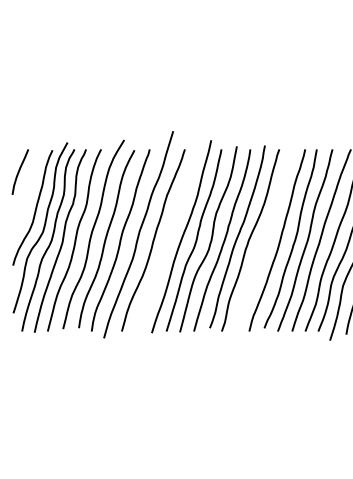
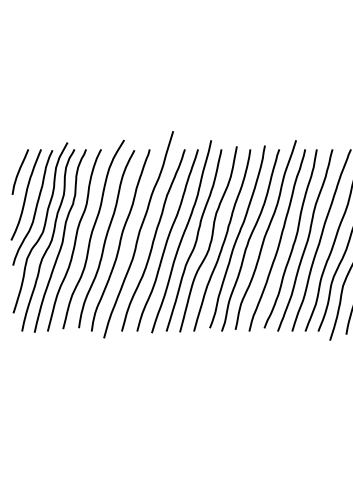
curve at (25, 194): none -> present
curve at (265, 234): none -> present
curve at (167, 240): none -> present
